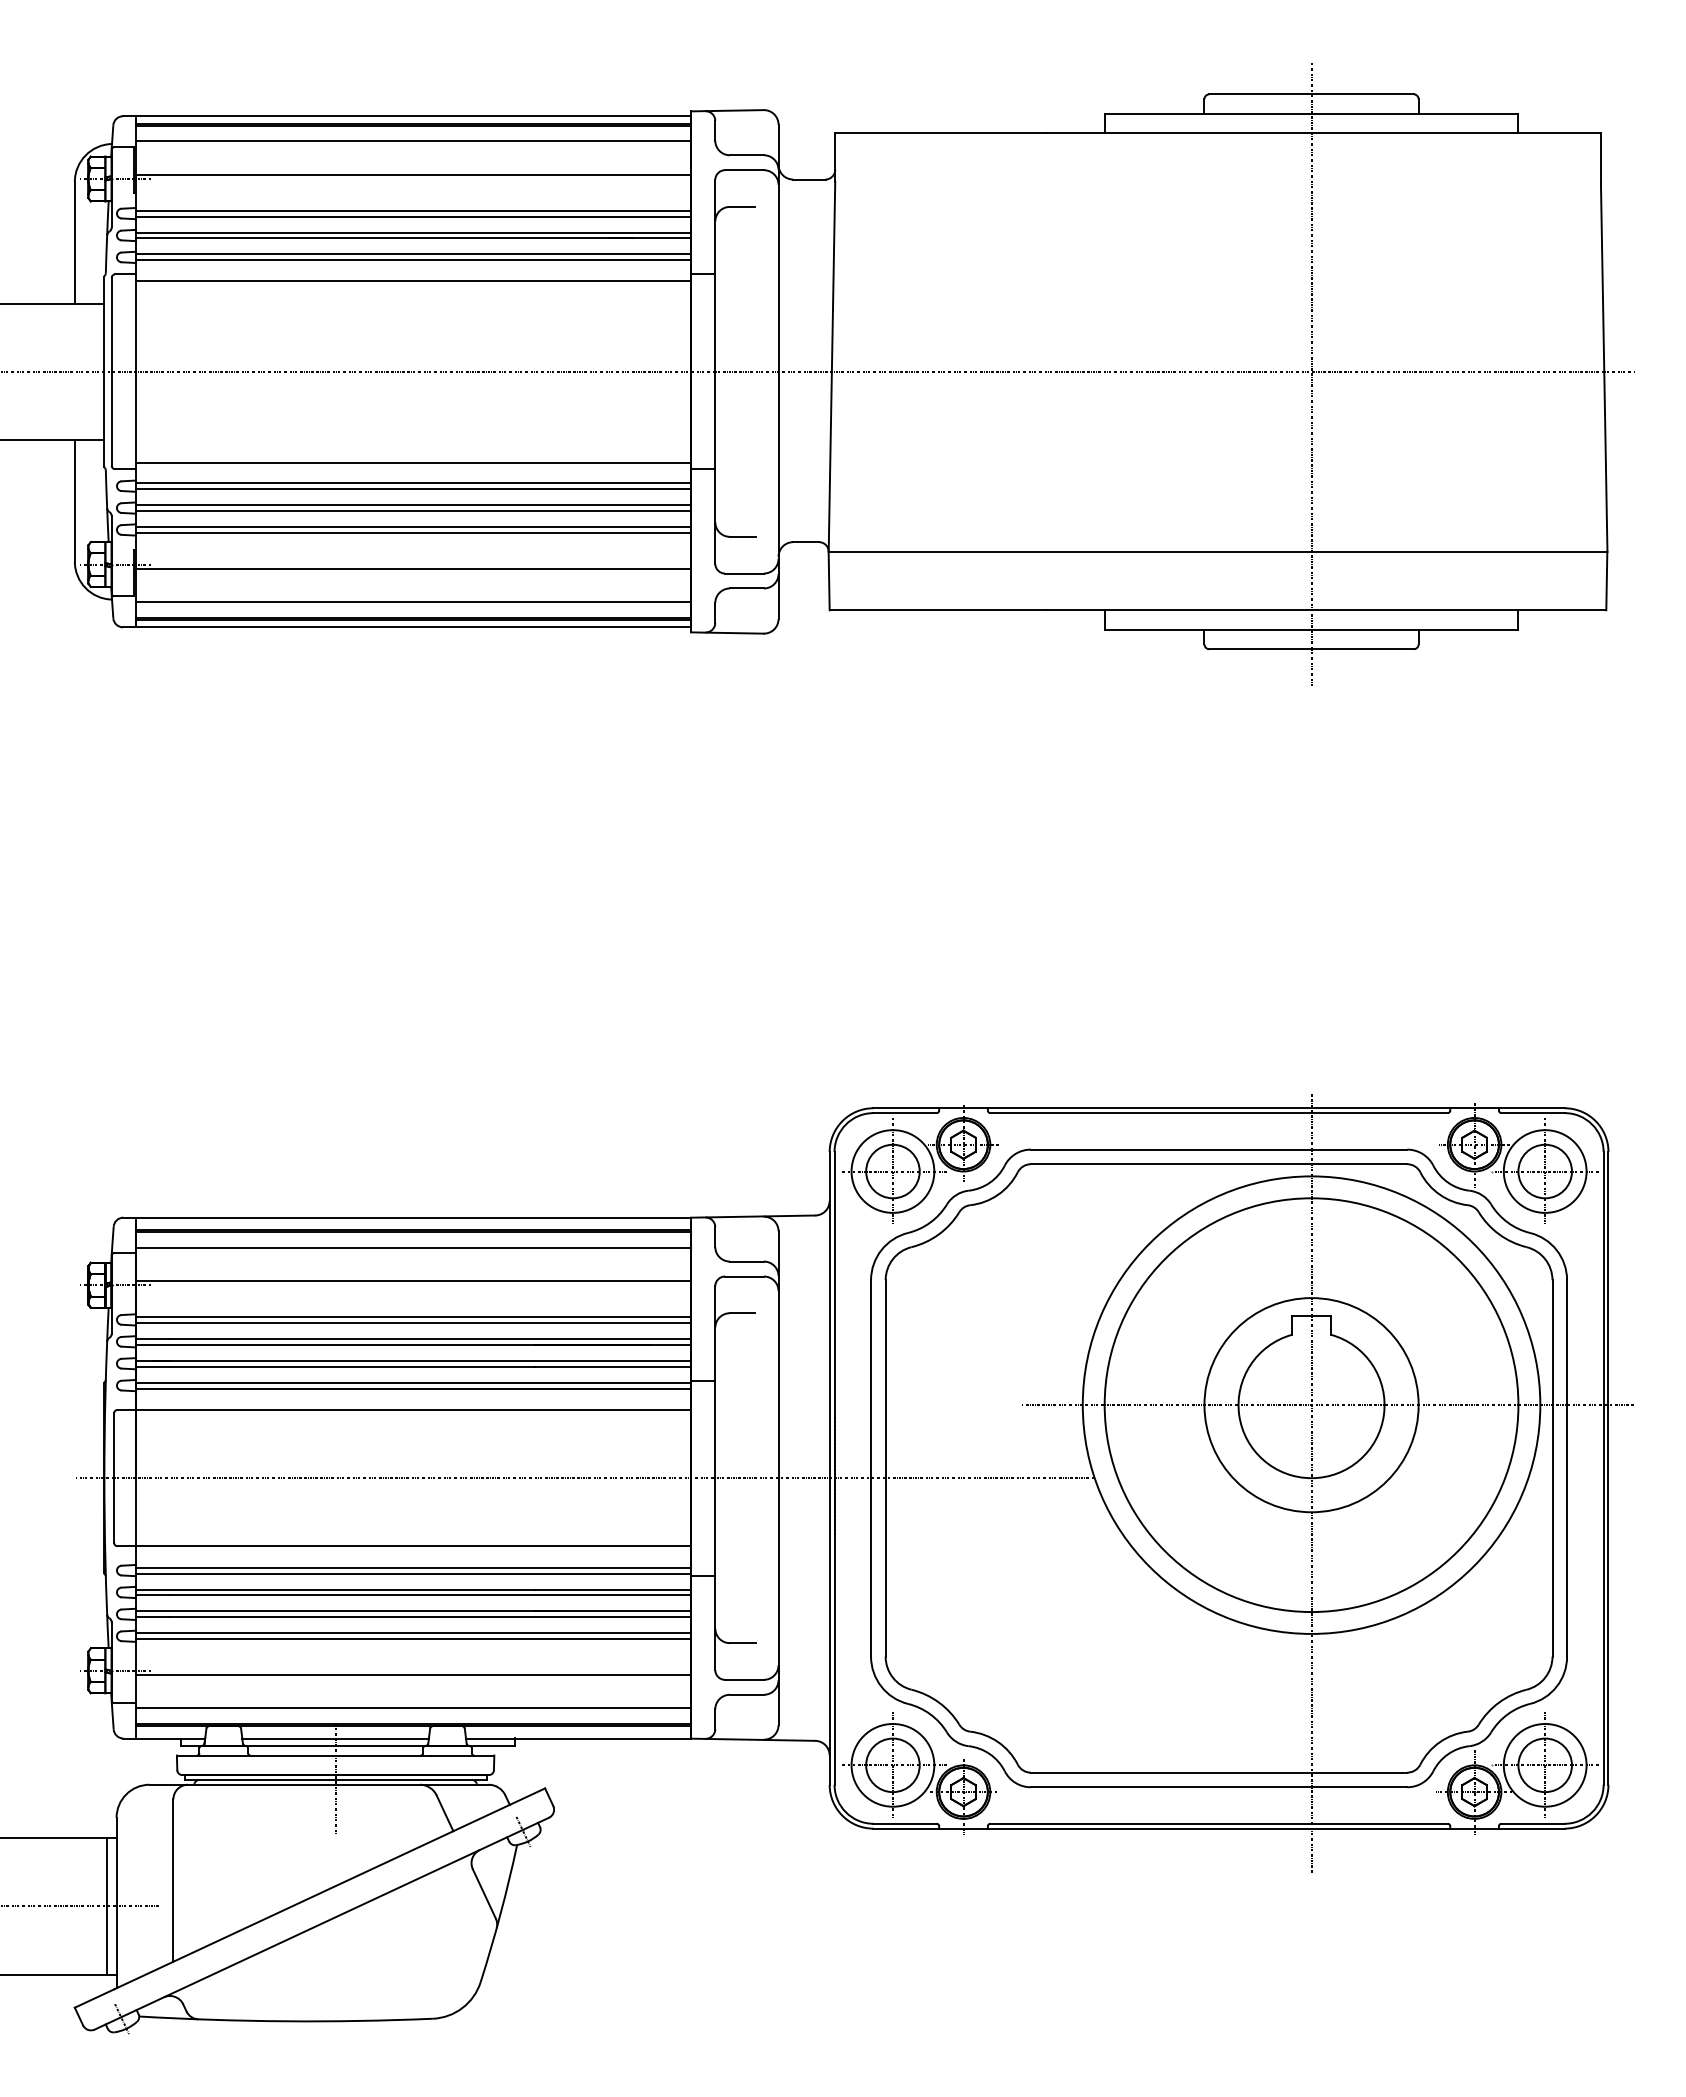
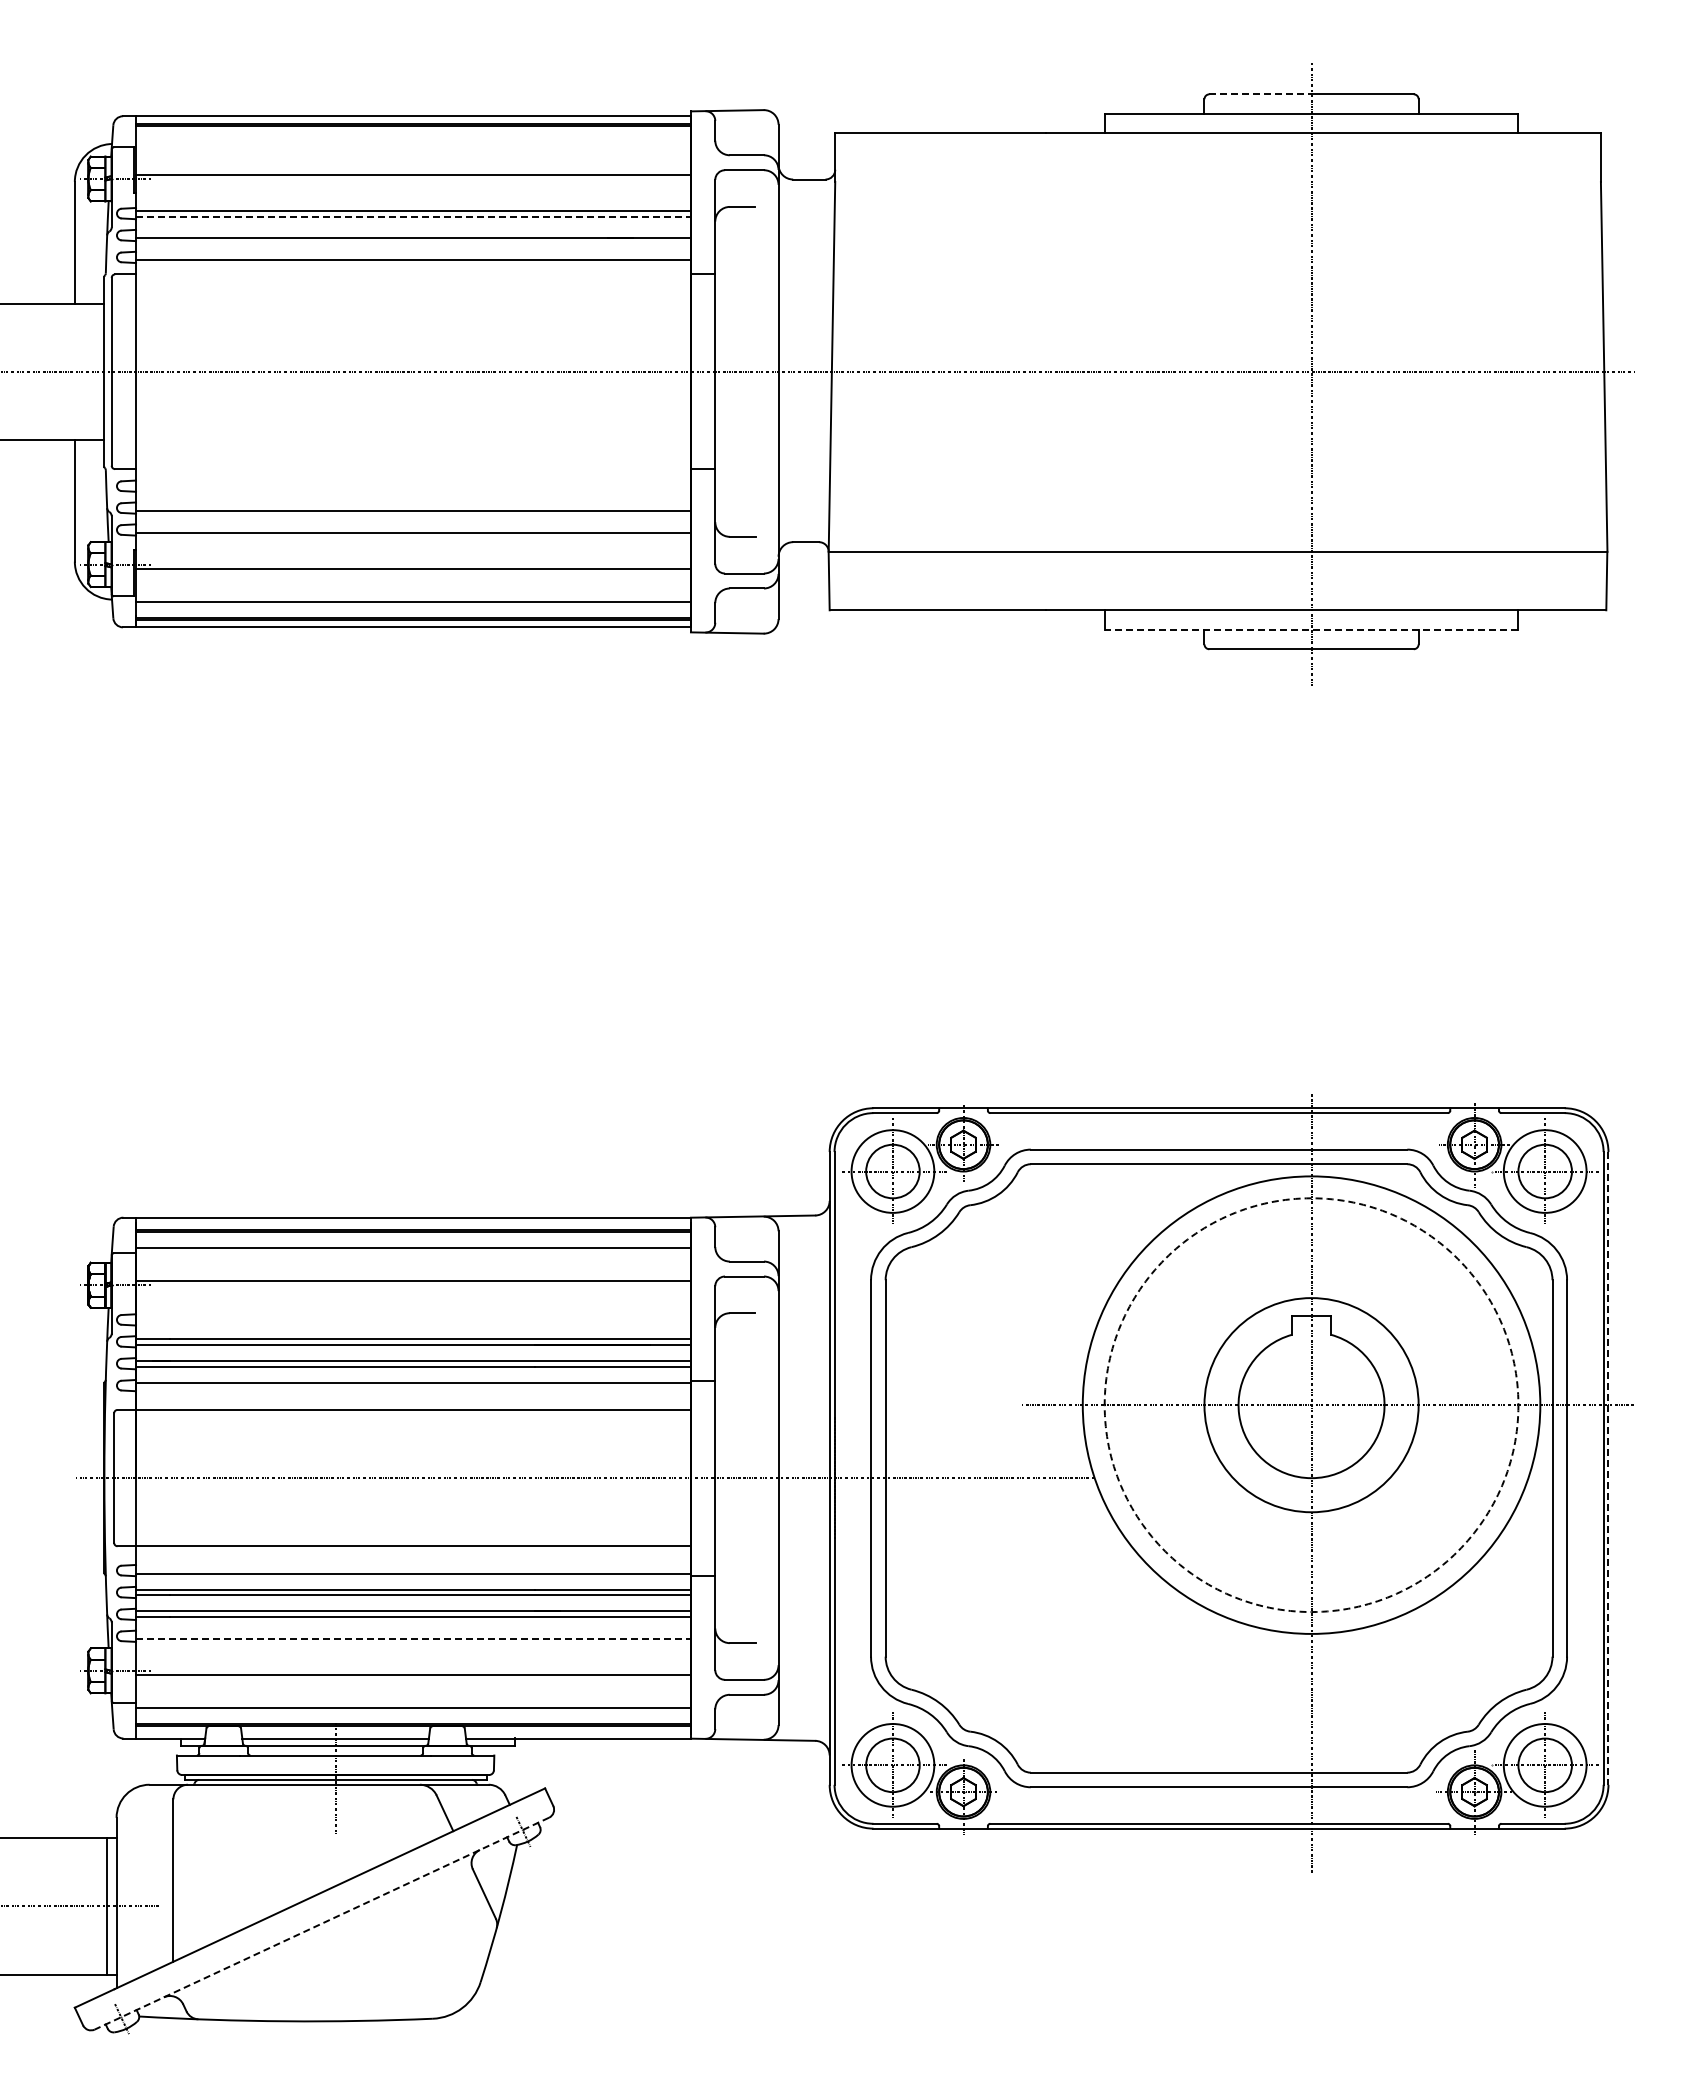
line at (1260, 94): solid -> dashed
line at (413, 141): present -> none
line at (414, 216): solid -> dashed
line at (413, 232): present -> none
line at (413, 254): present -> none
line at (413, 280): present -> none
line at (413, 463): present -> none
line at (413, 483): present -> none
line at (413, 489): present -> none
line at (413, 505): present -> none
line at (413, 527): present -> none
line at (1311, 629): solid -> dashed
line at (413, 1316): present -> none
line at (413, 1322): present -> none
line at (413, 1388): present -> none
circle at (1311, 1405): solid -> dashed
line at (1608, 1468): solid -> dashed
line at (413, 1567): present -> none
line at (413, 1633): present -> none
line at (414, 1639): solid -> dashed
line at (321, 1923): solid -> dashed
